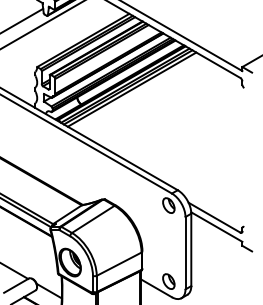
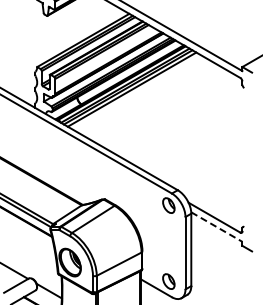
line at (22, 20): present -> none
line at (41, 24): present -> none
line at (216, 227): solid -> dashed
